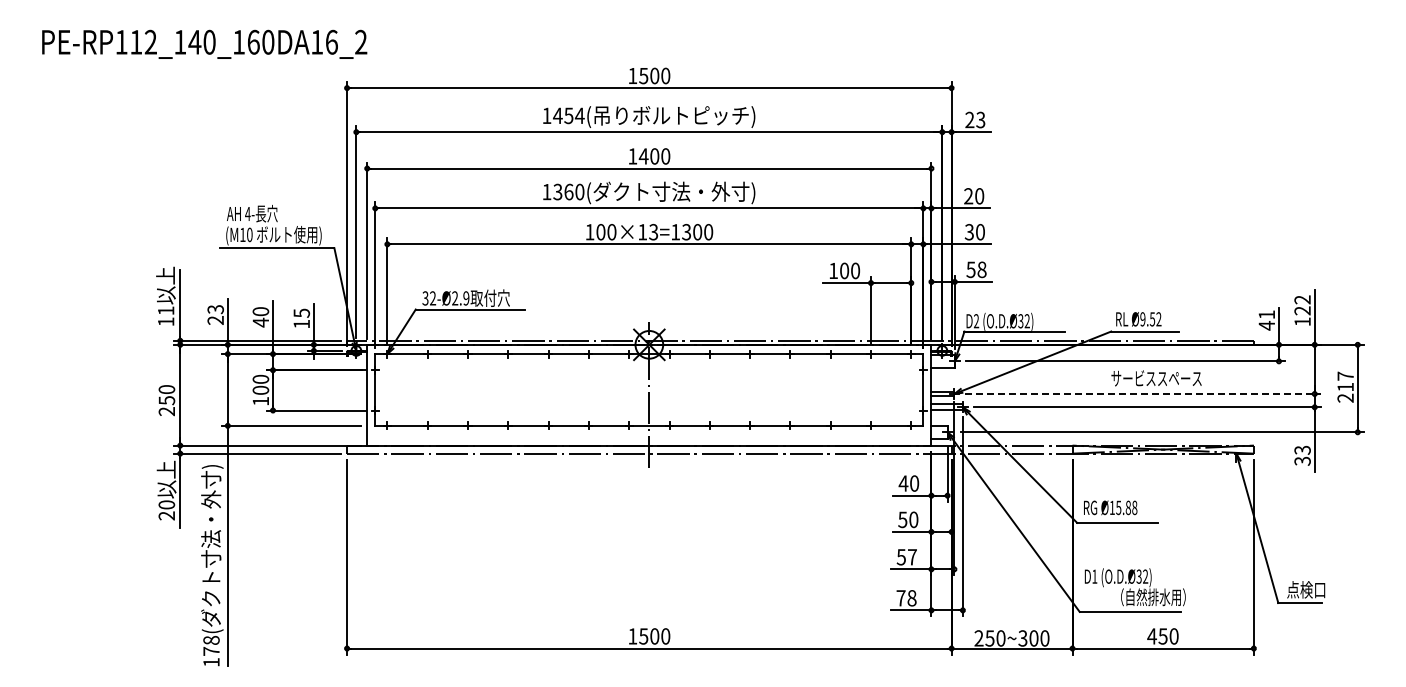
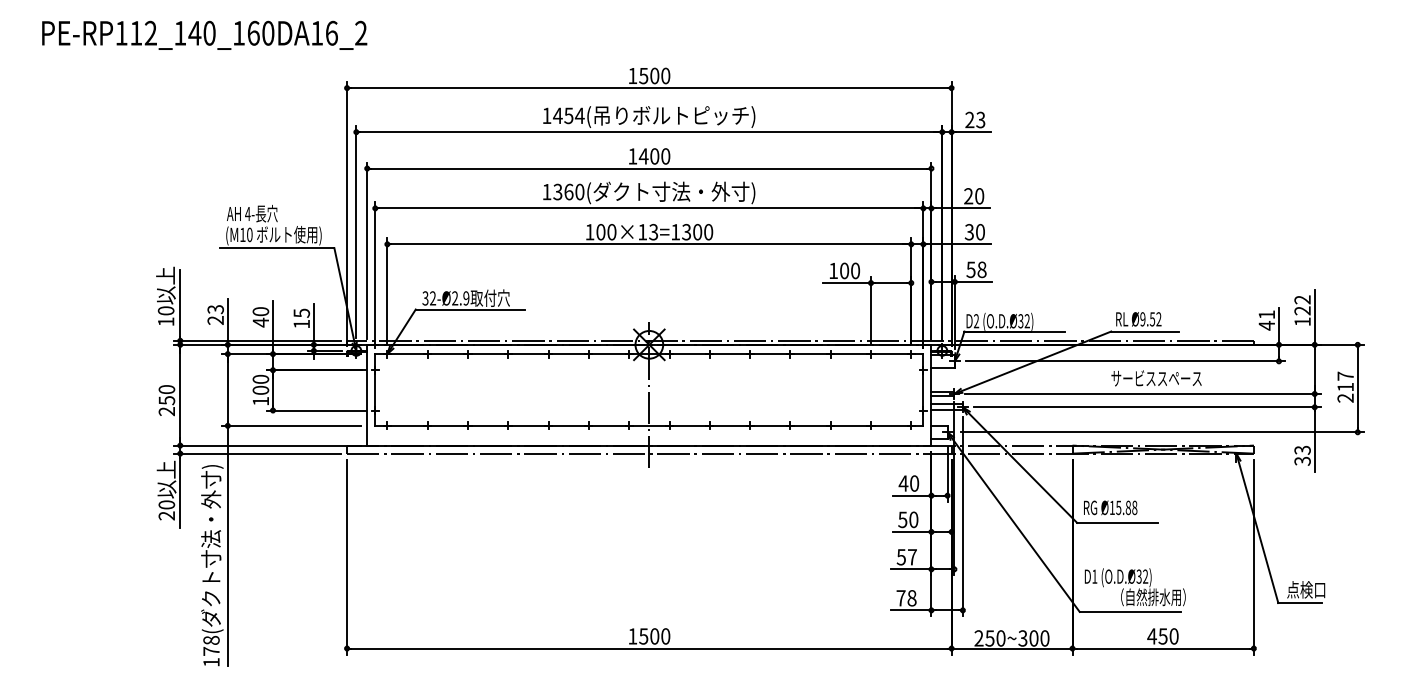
text at (204, 43) position: (204, 43) -> (204, 34)
text at (165, 310): 11 -> 10
line at (1142, 394): dashed -> solid
